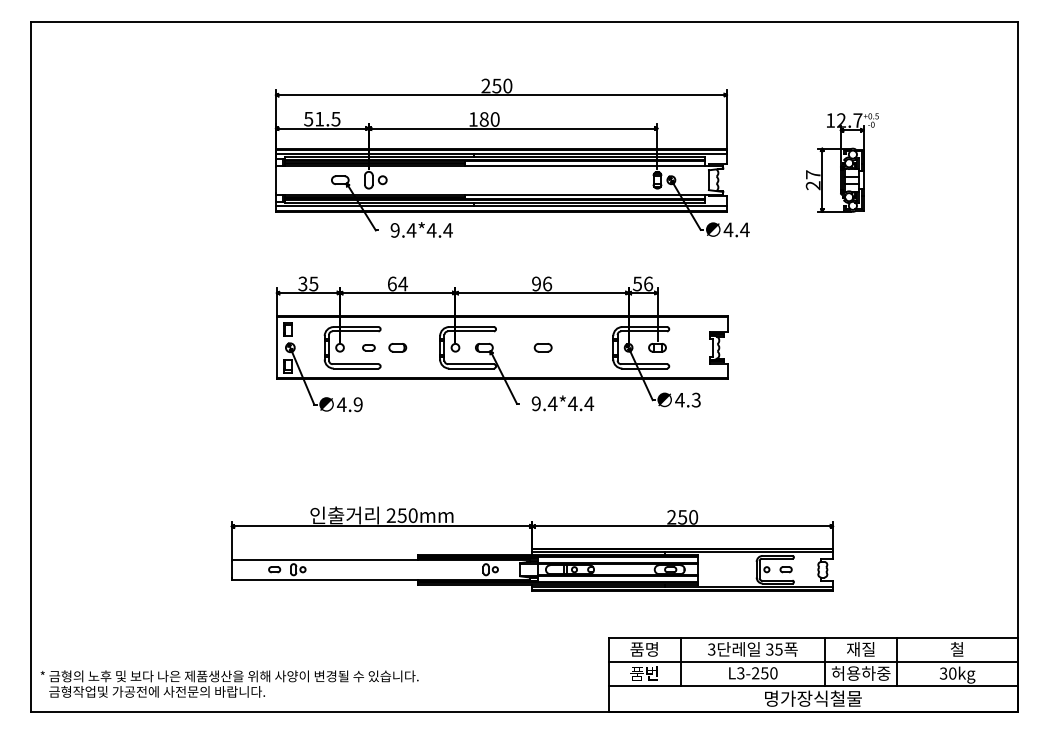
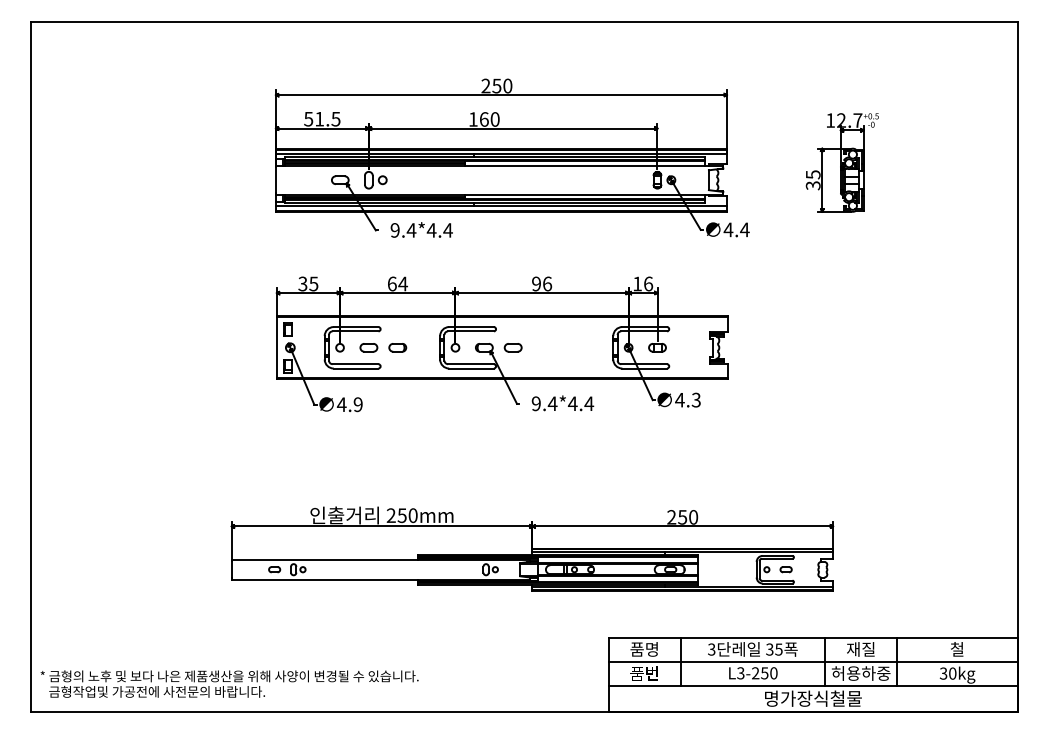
text at (483, 119): 180 -> 160
text at (813, 180): 27 -> 35
text at (636, 283): 56 -> 16
part at (368, 347) size: 14x8 px -> 20x10 px
part at (542, 347) position: (542, 347) -> (512, 347)
